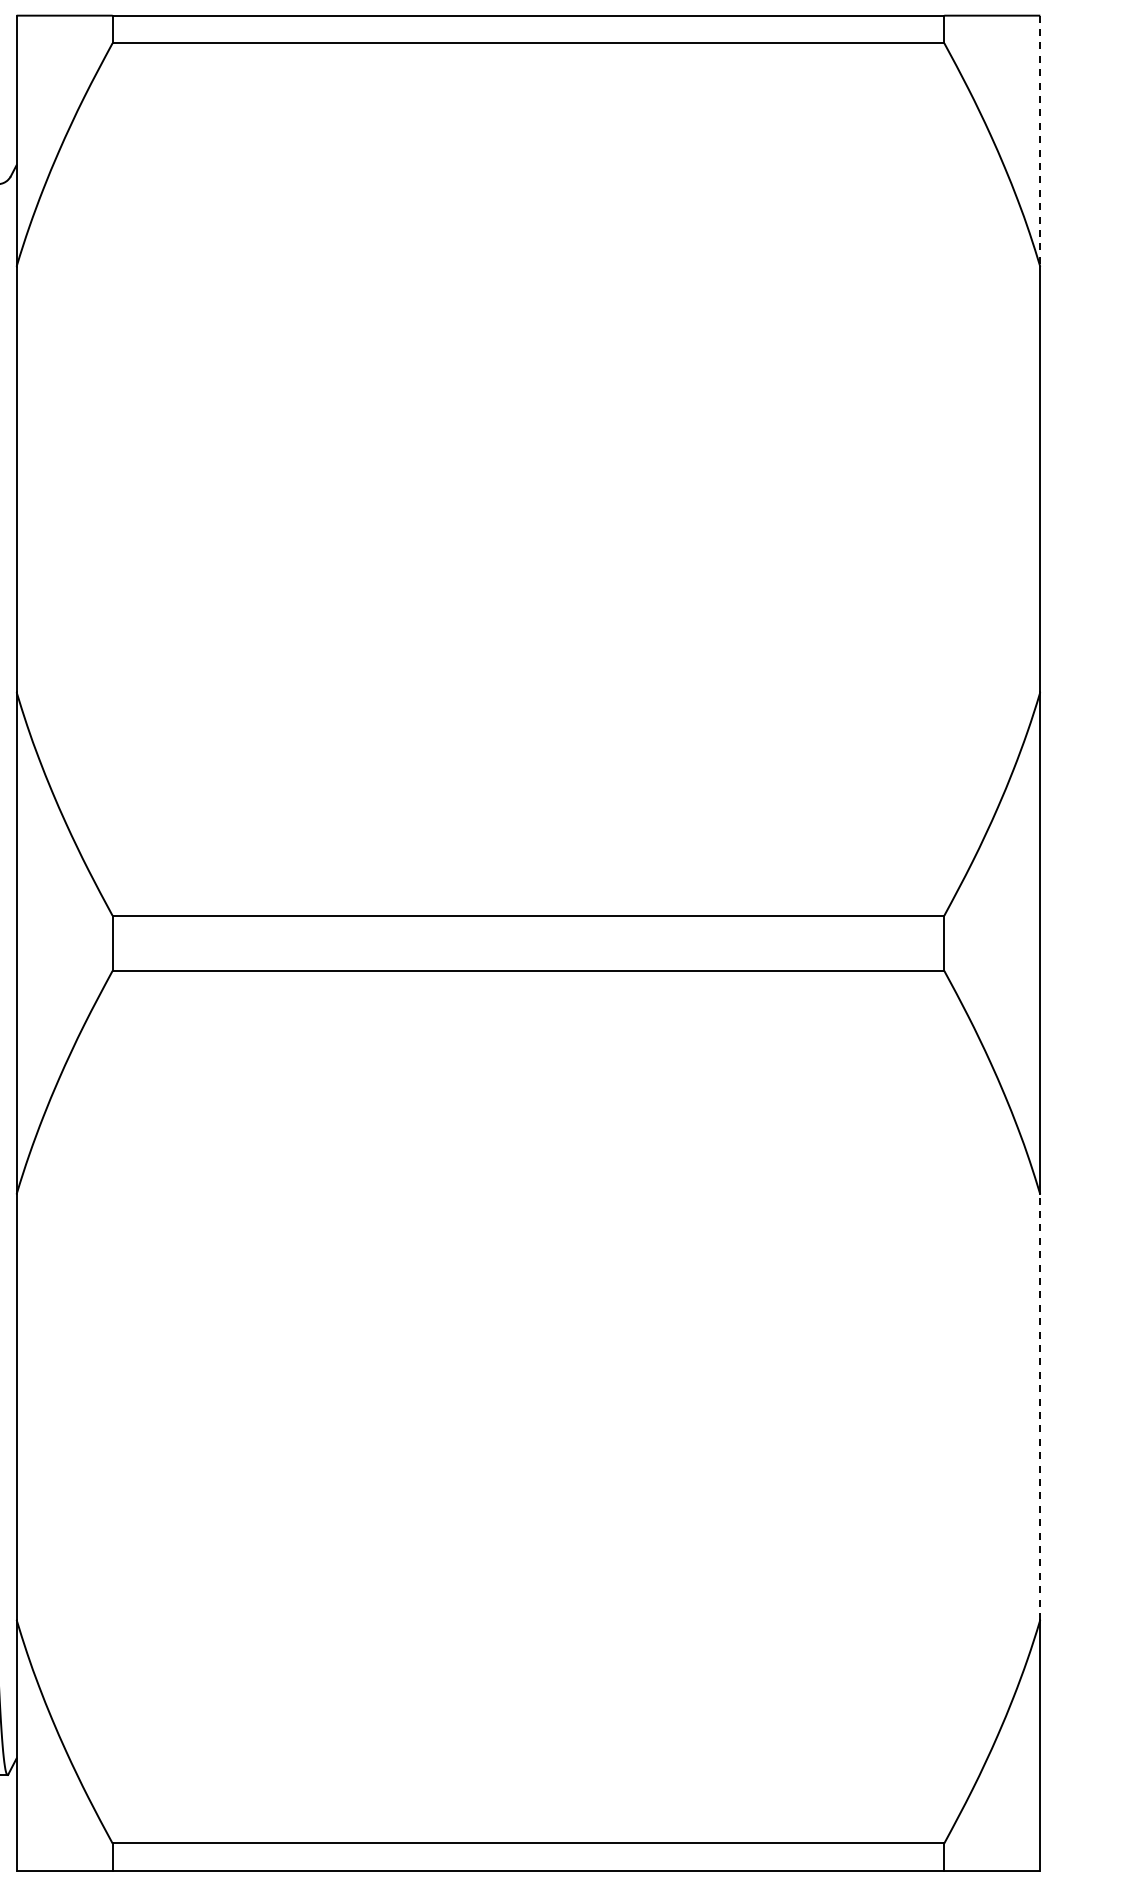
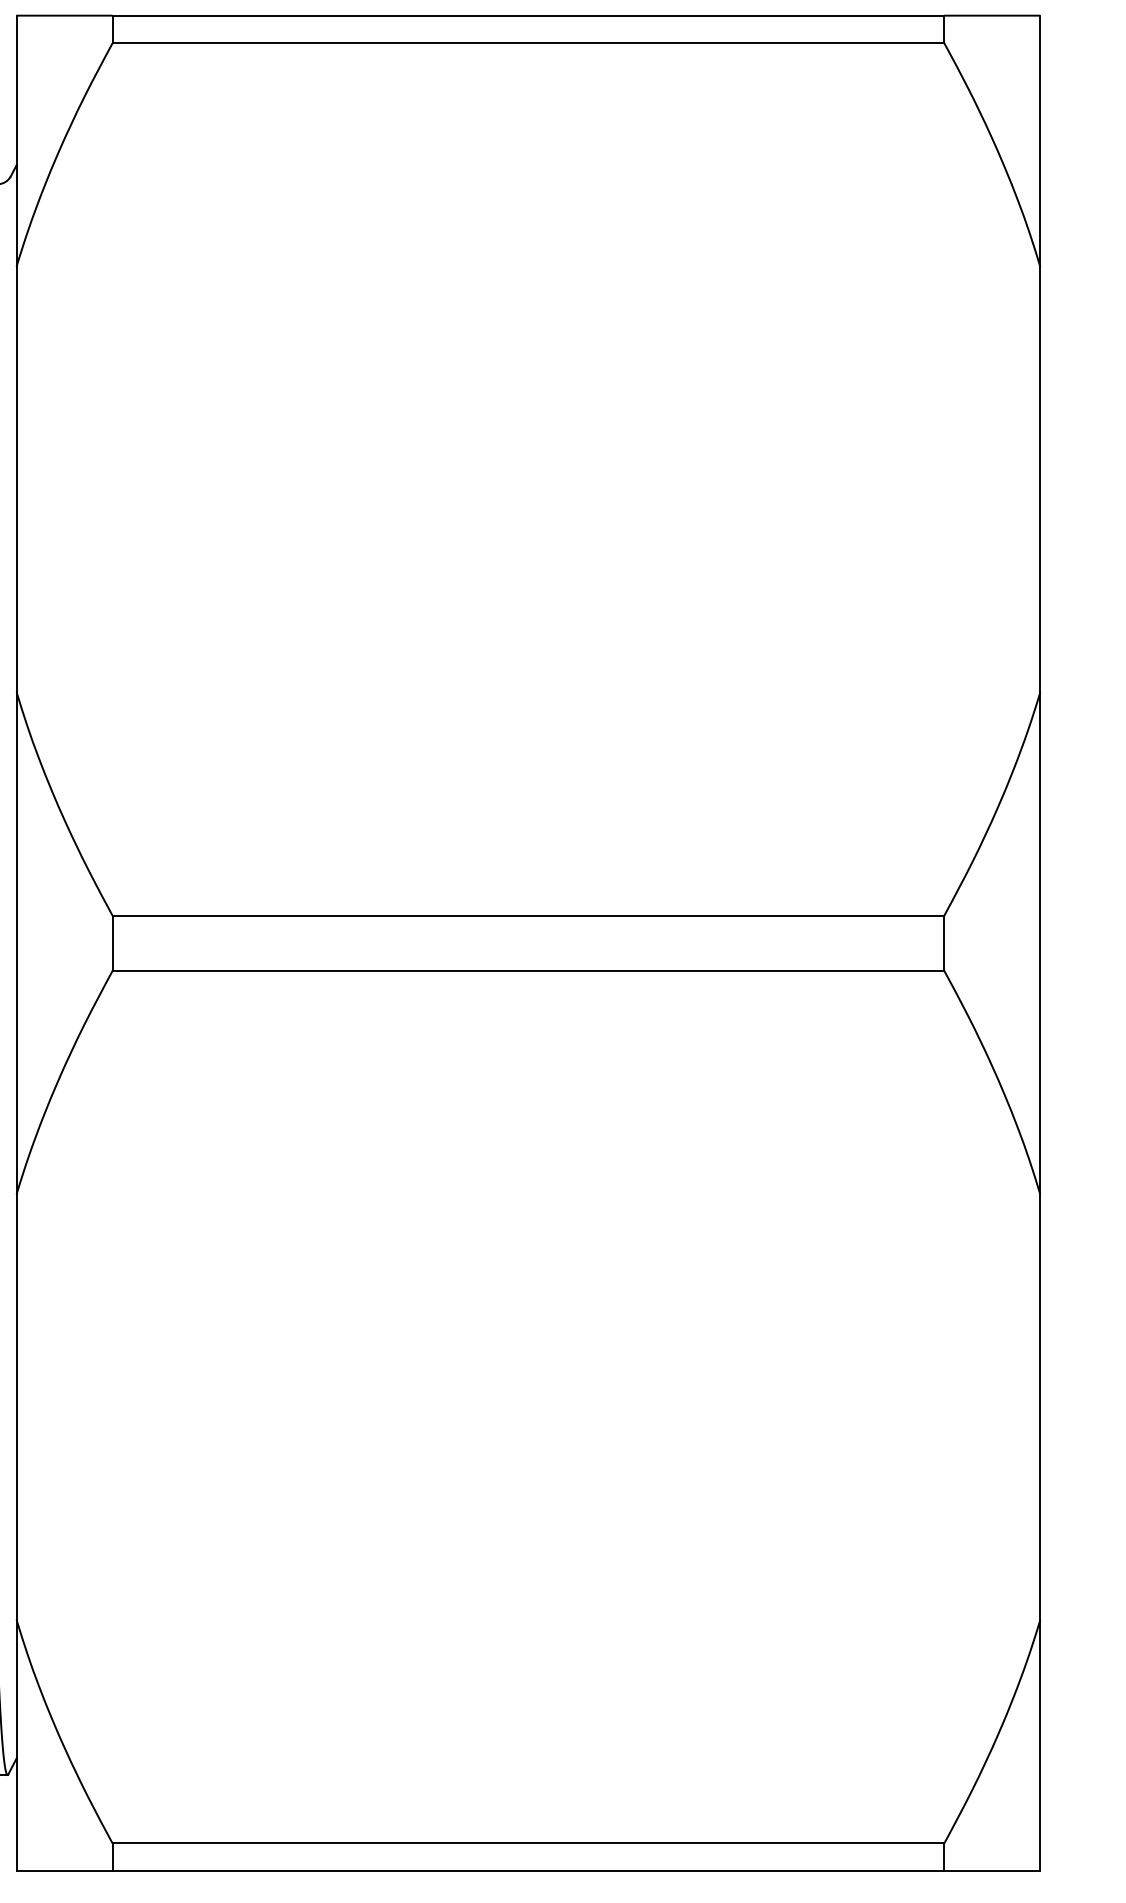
line at (1040, 141): dashed -> solid
line at (1040, 1407): dashed -> solid
